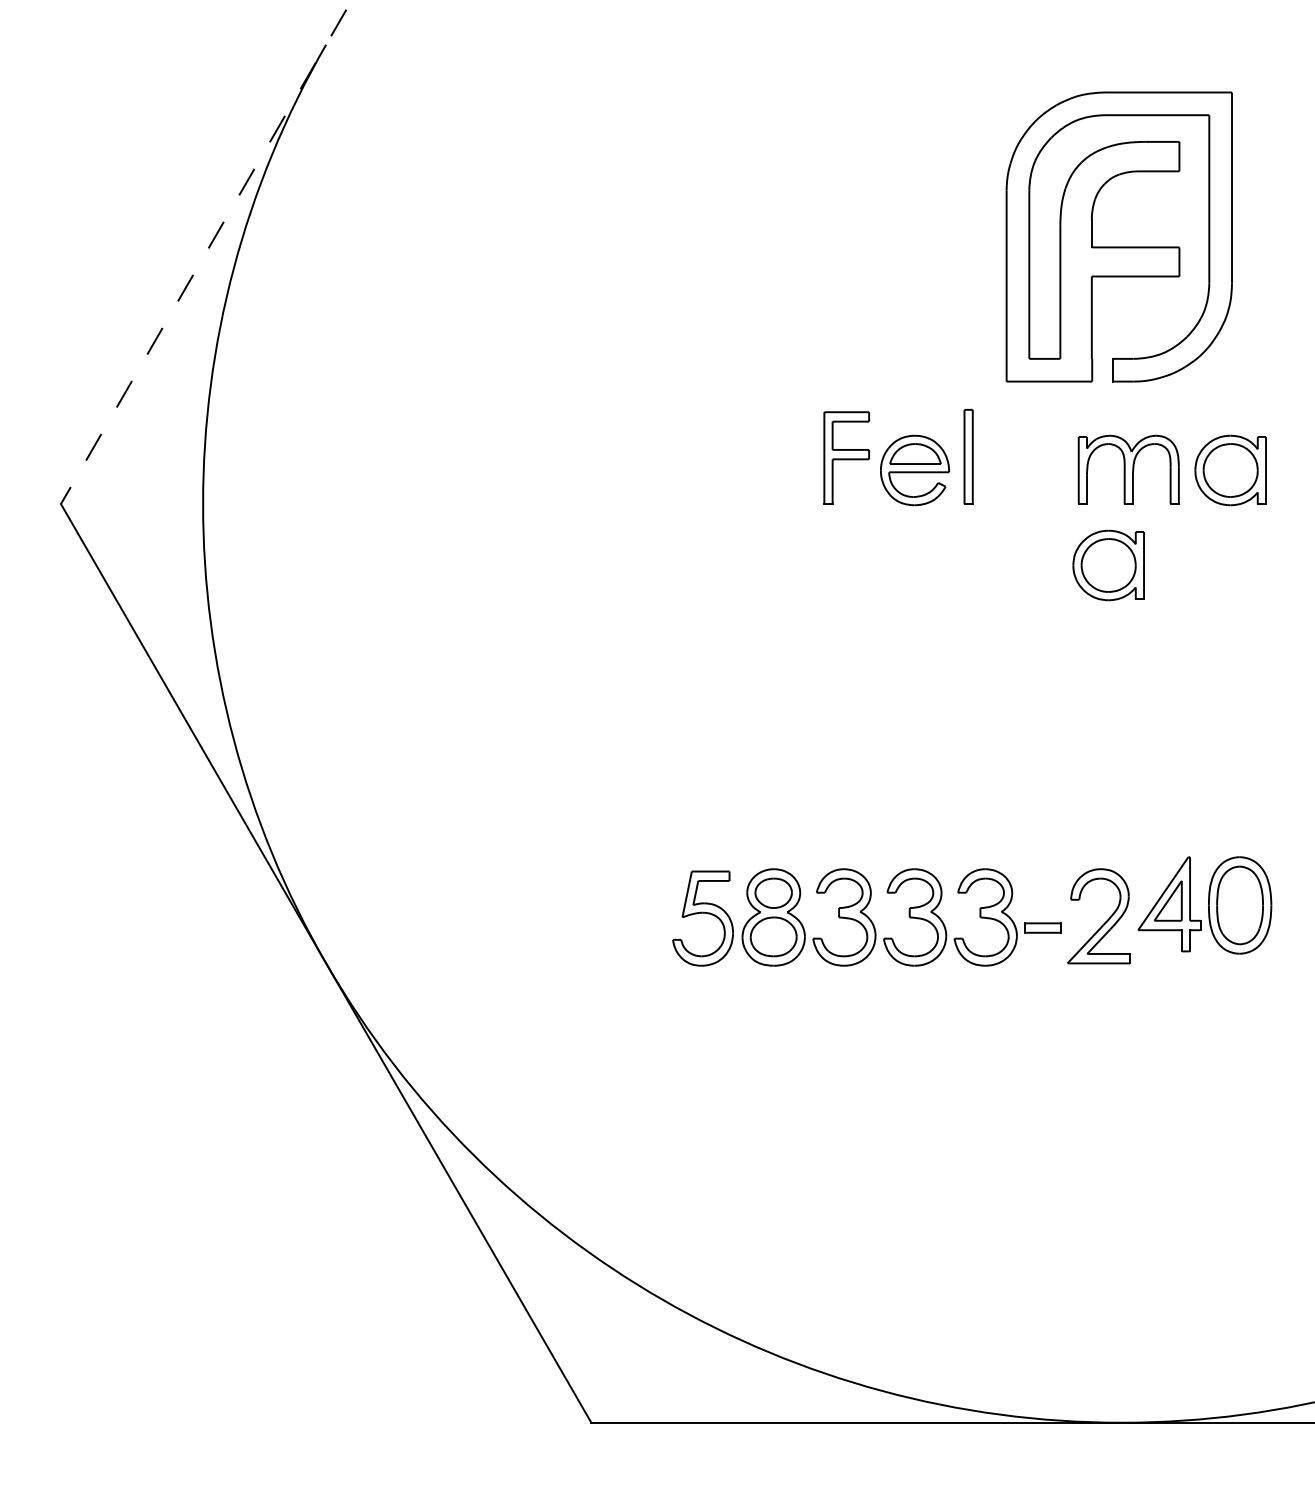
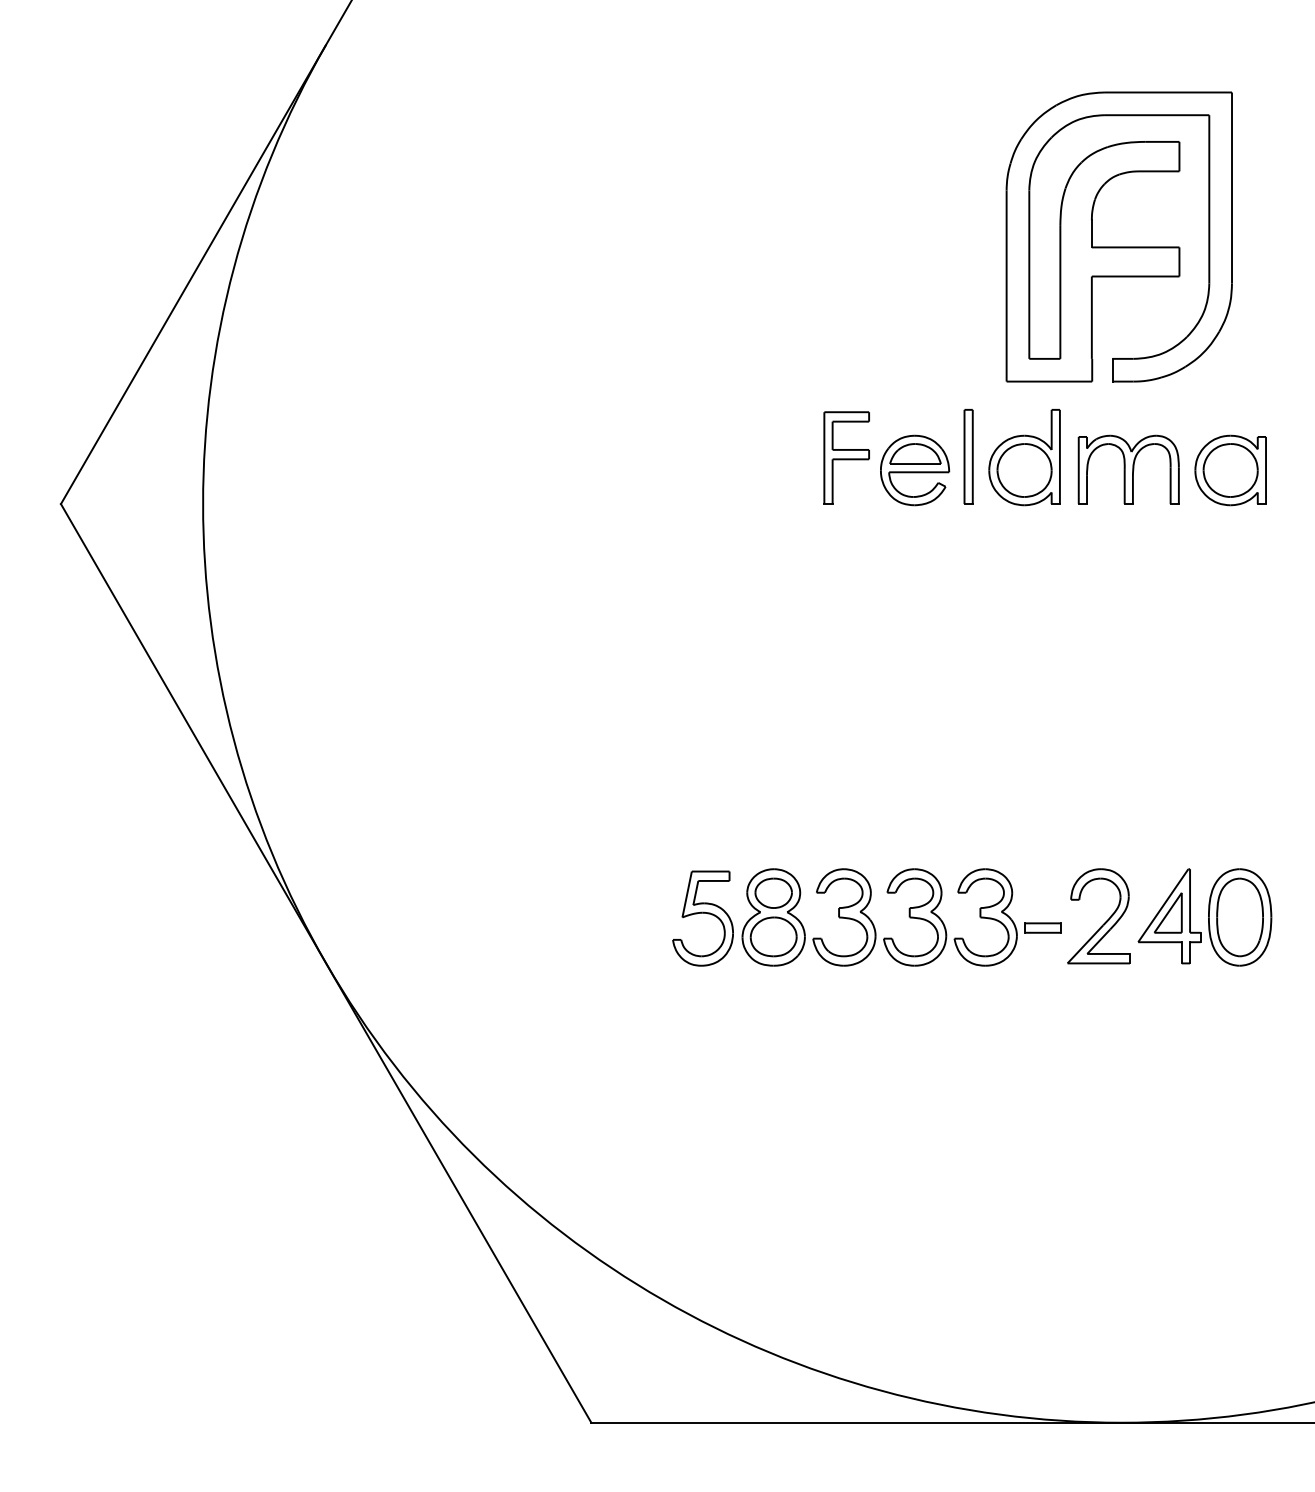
line at (206, 252): dashed -> solid
part at (1024, 457): none -> present
part at (1108, 565): present -> none
part at (1204, 905) position: (1204, 905) -> (1204, 917)
